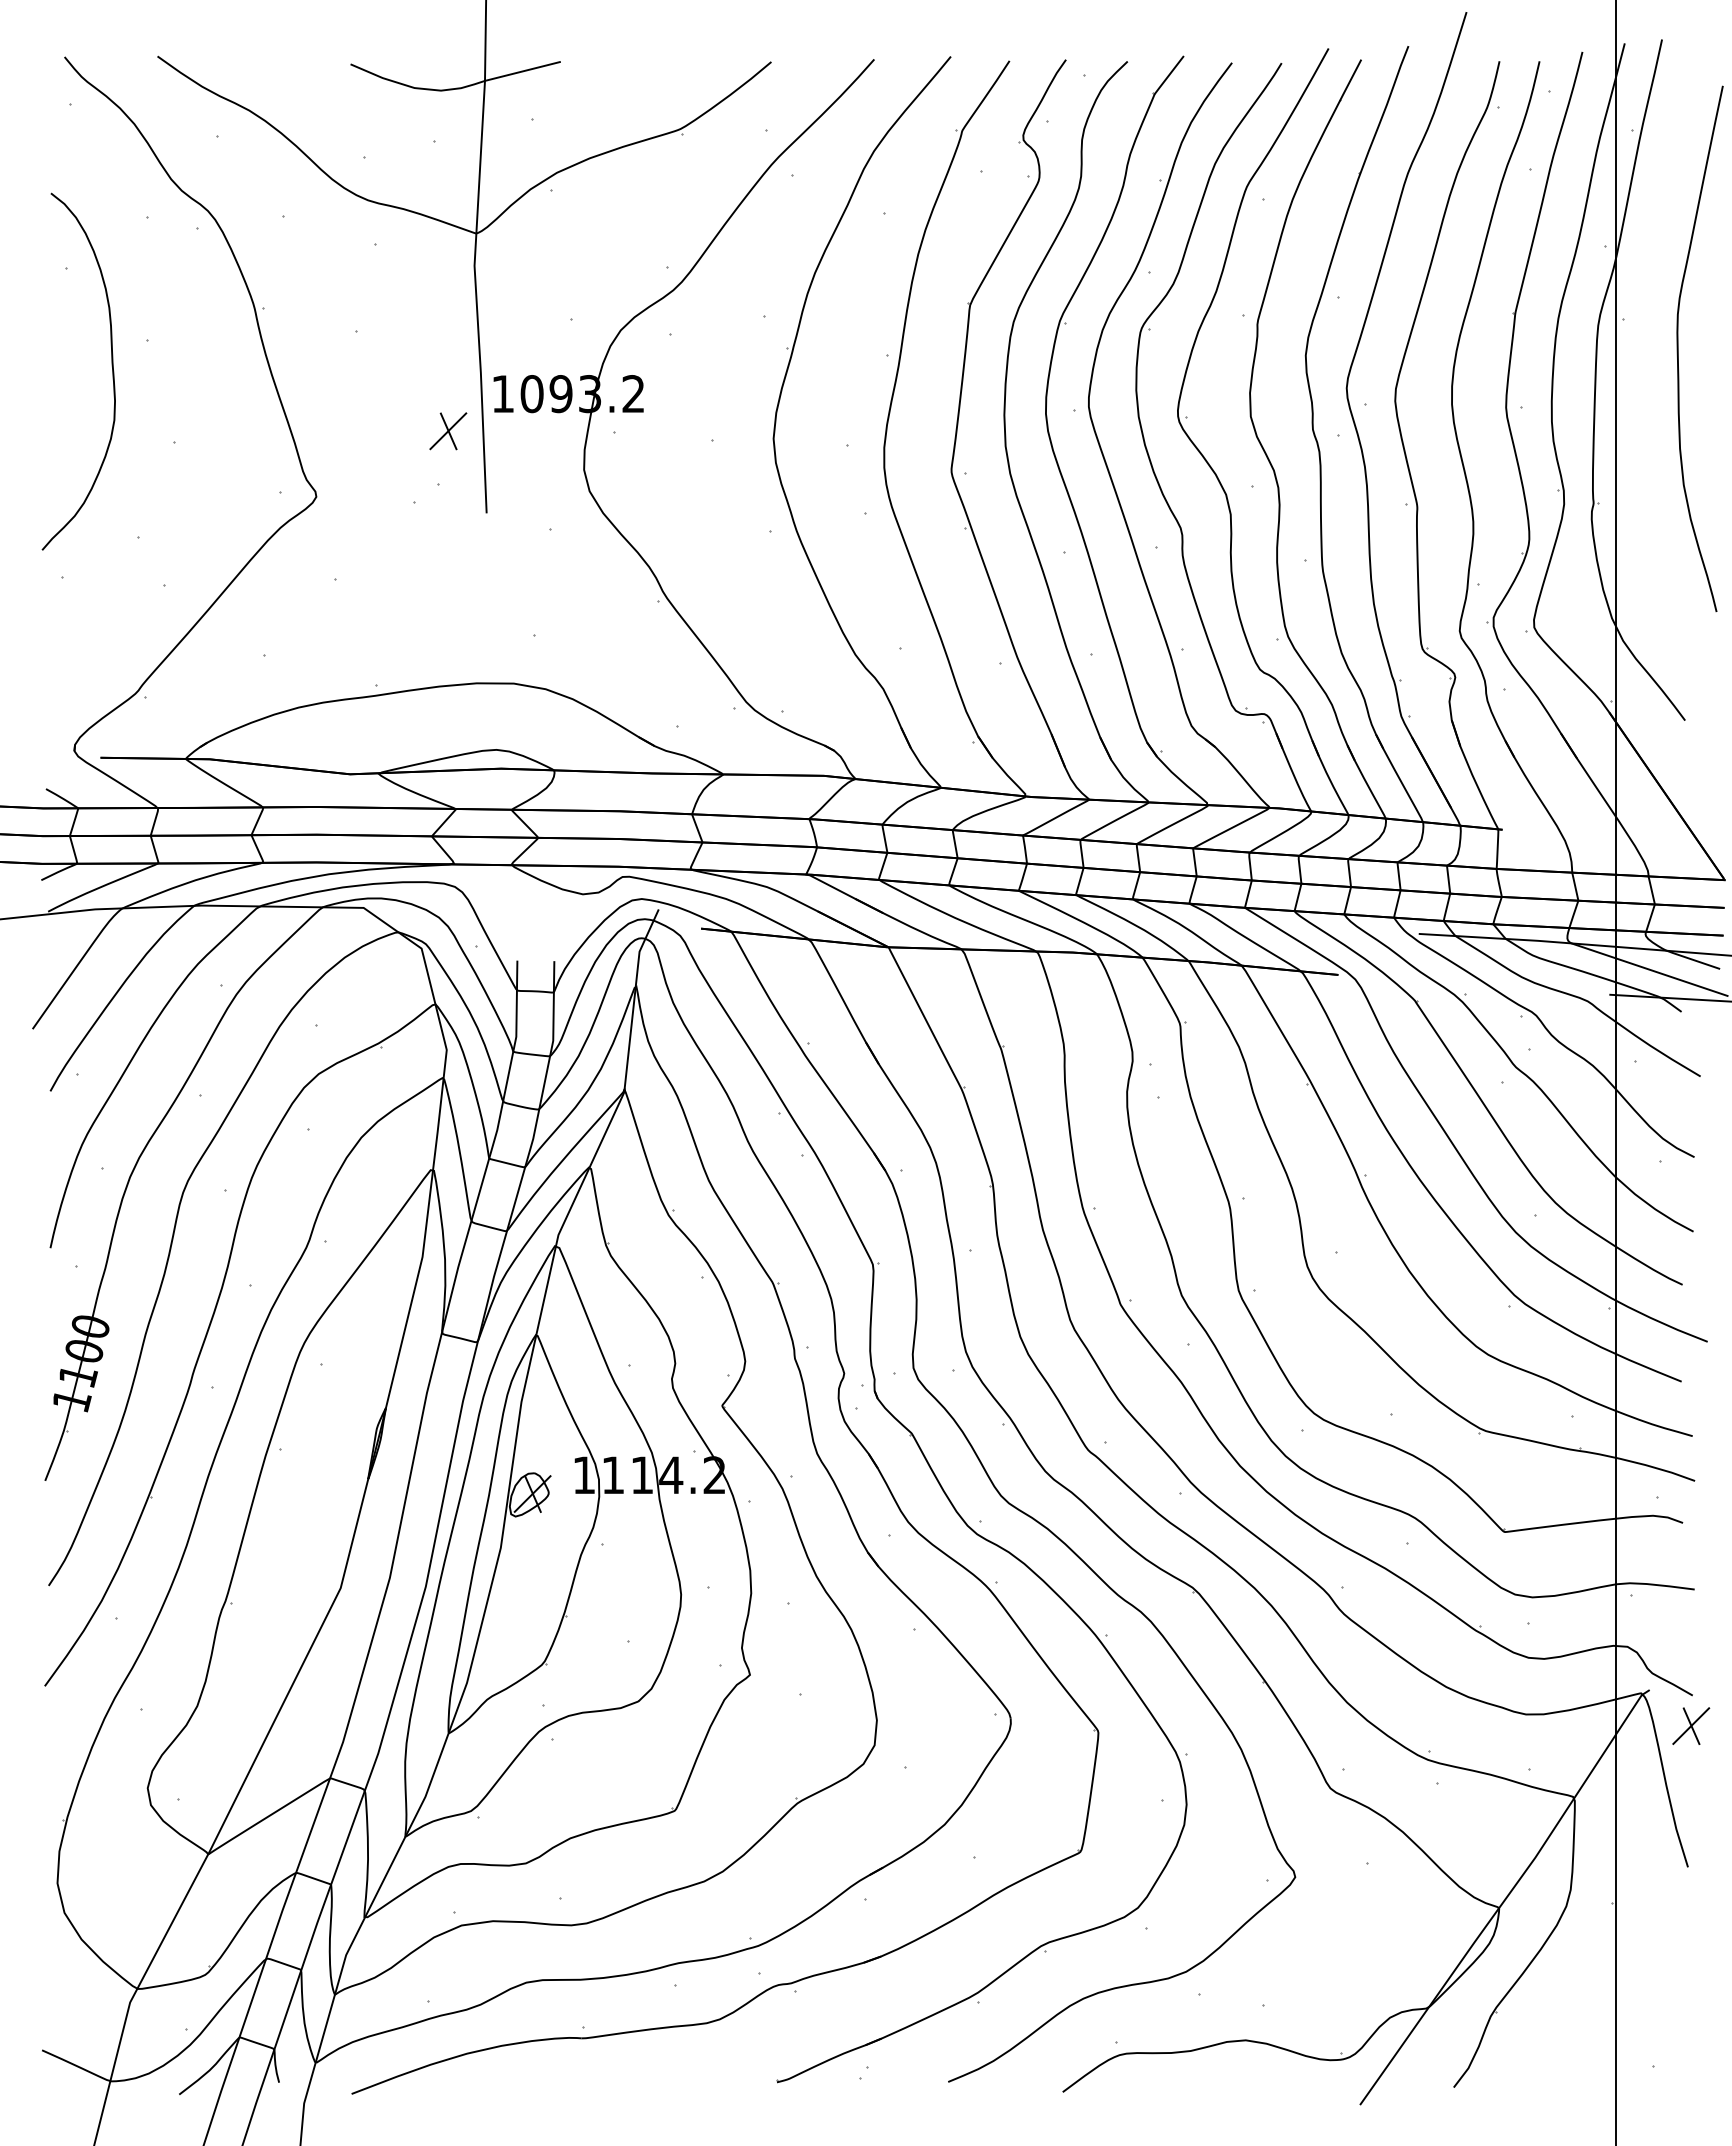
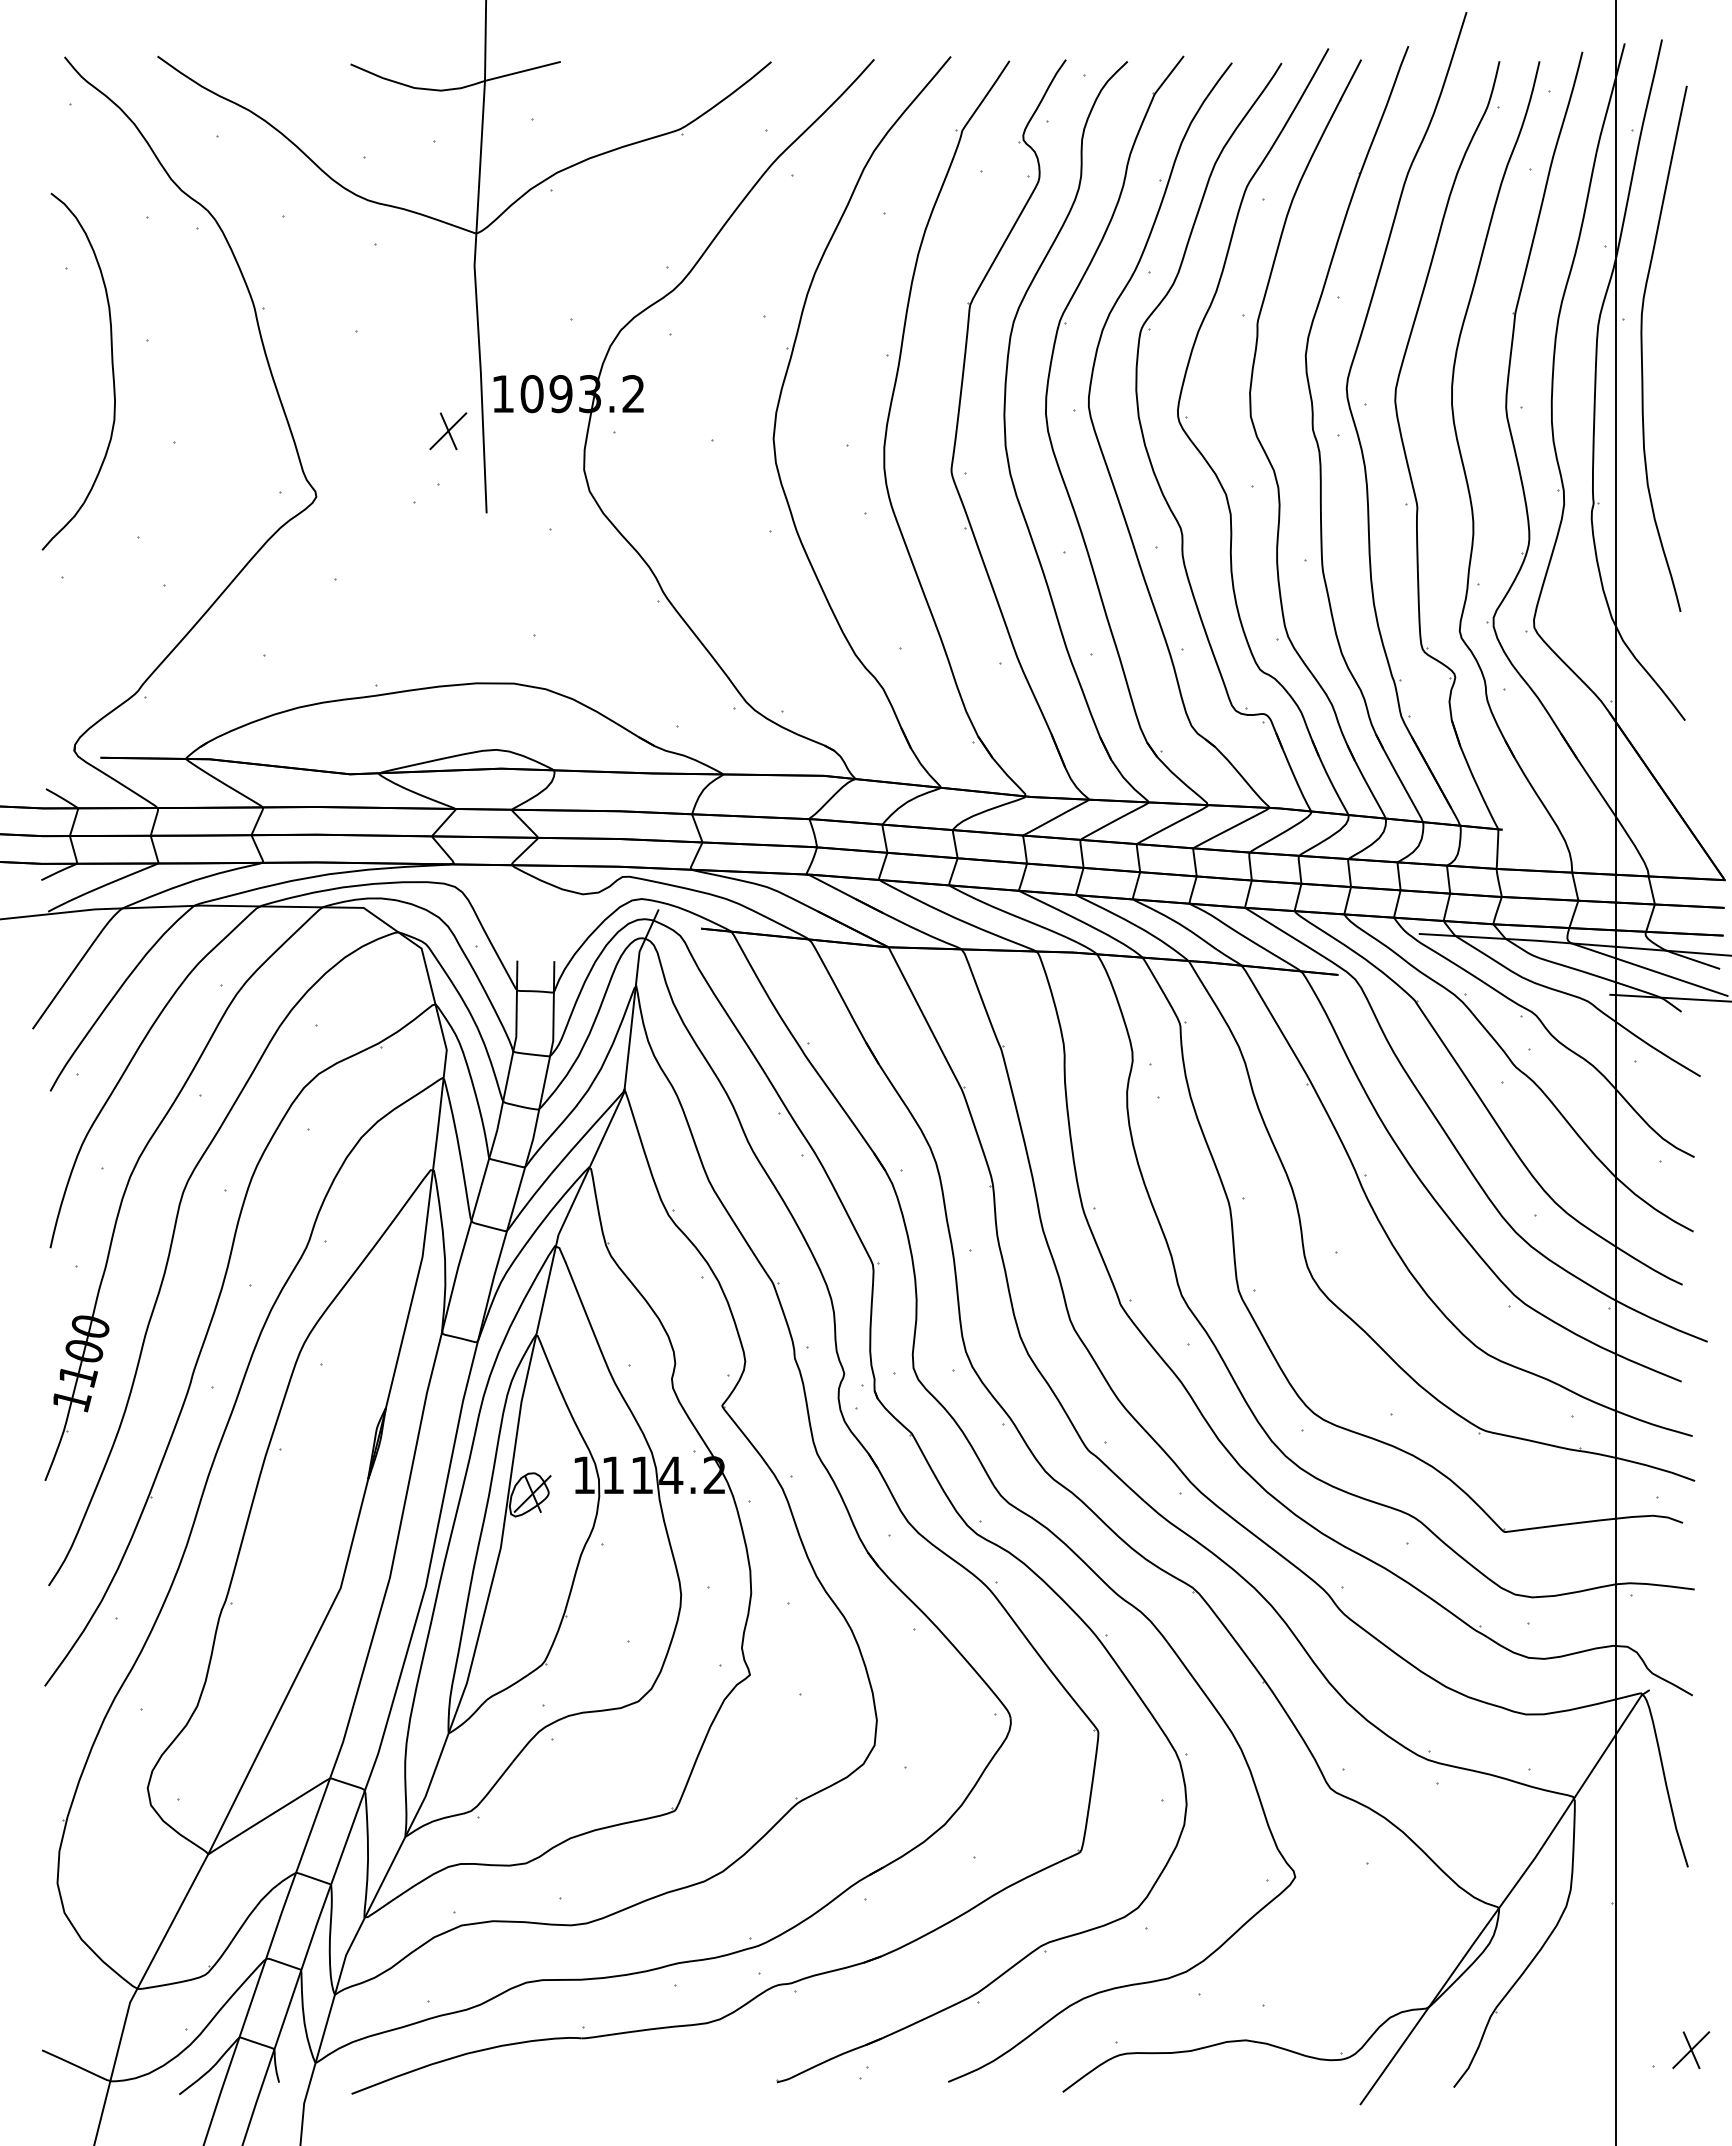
curve at (1678, 348) position: (1678, 348) -> (1642, 348)
part at (1691, 1725) position: (1691, 1725) -> (1691, 2049)
